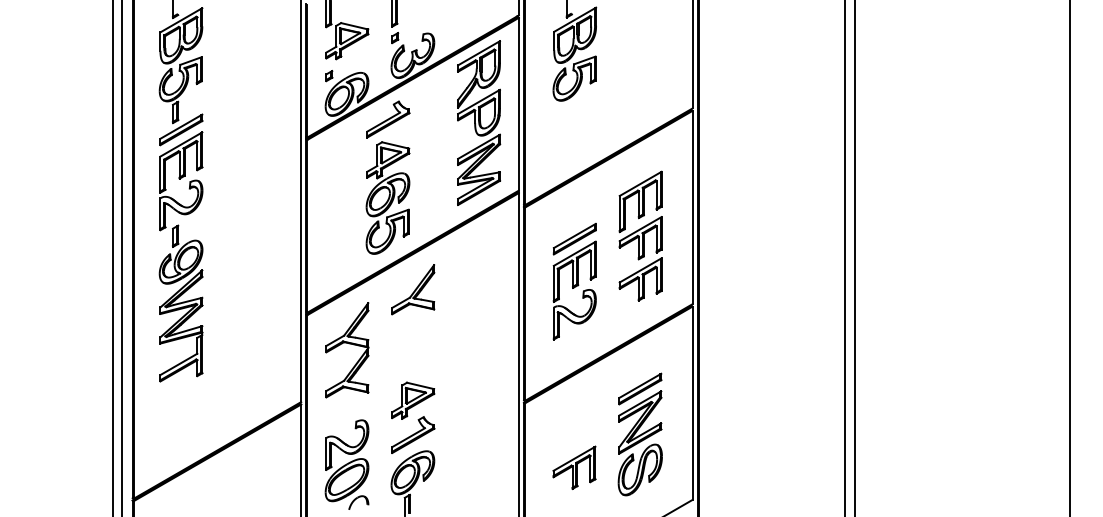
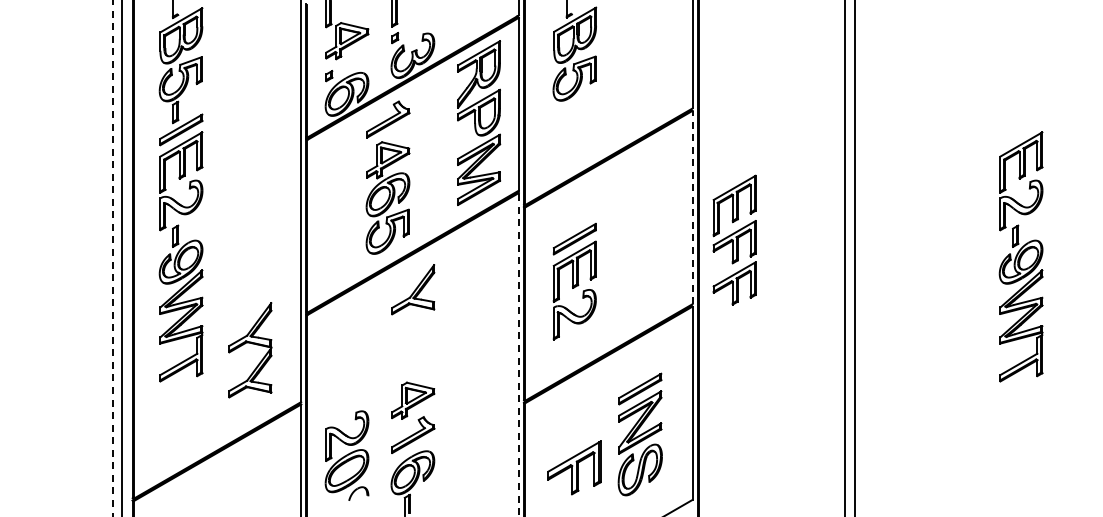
line at (692, 207): solid -> dashed
part at (640, 235) position: (640, 235) -> (734, 239)
part at (1020, 256): none -> present
line at (1069, 257): present -> none
line at (112, 258): solid -> dashed
part at (349, 344) position: (349, 344) -> (252, 344)
line at (518, 354): solid -> dashed
part at (346, 464) position: (346, 464) -> (346, 455)
part at (574, 467) size: 45x45 px -> 55x56 px
